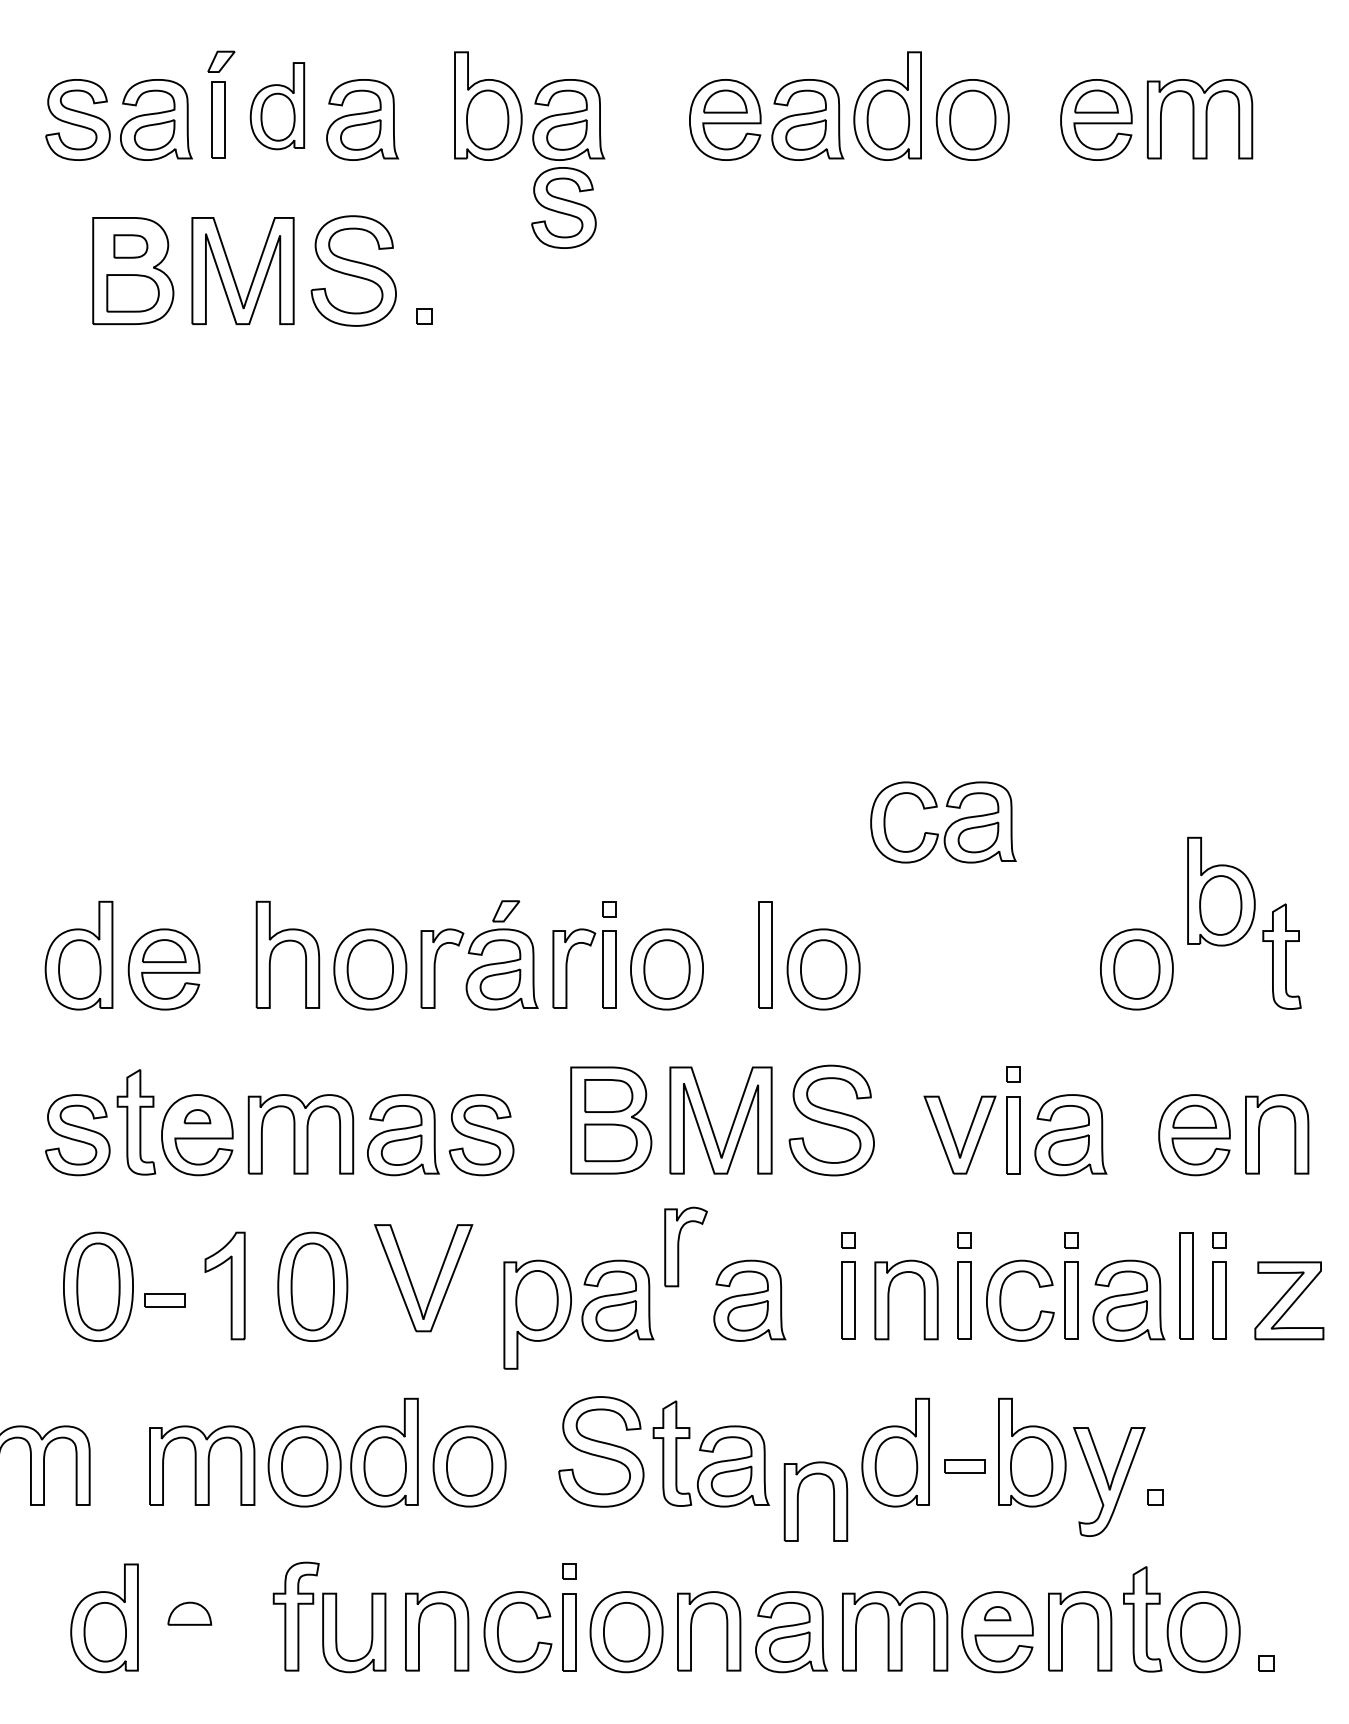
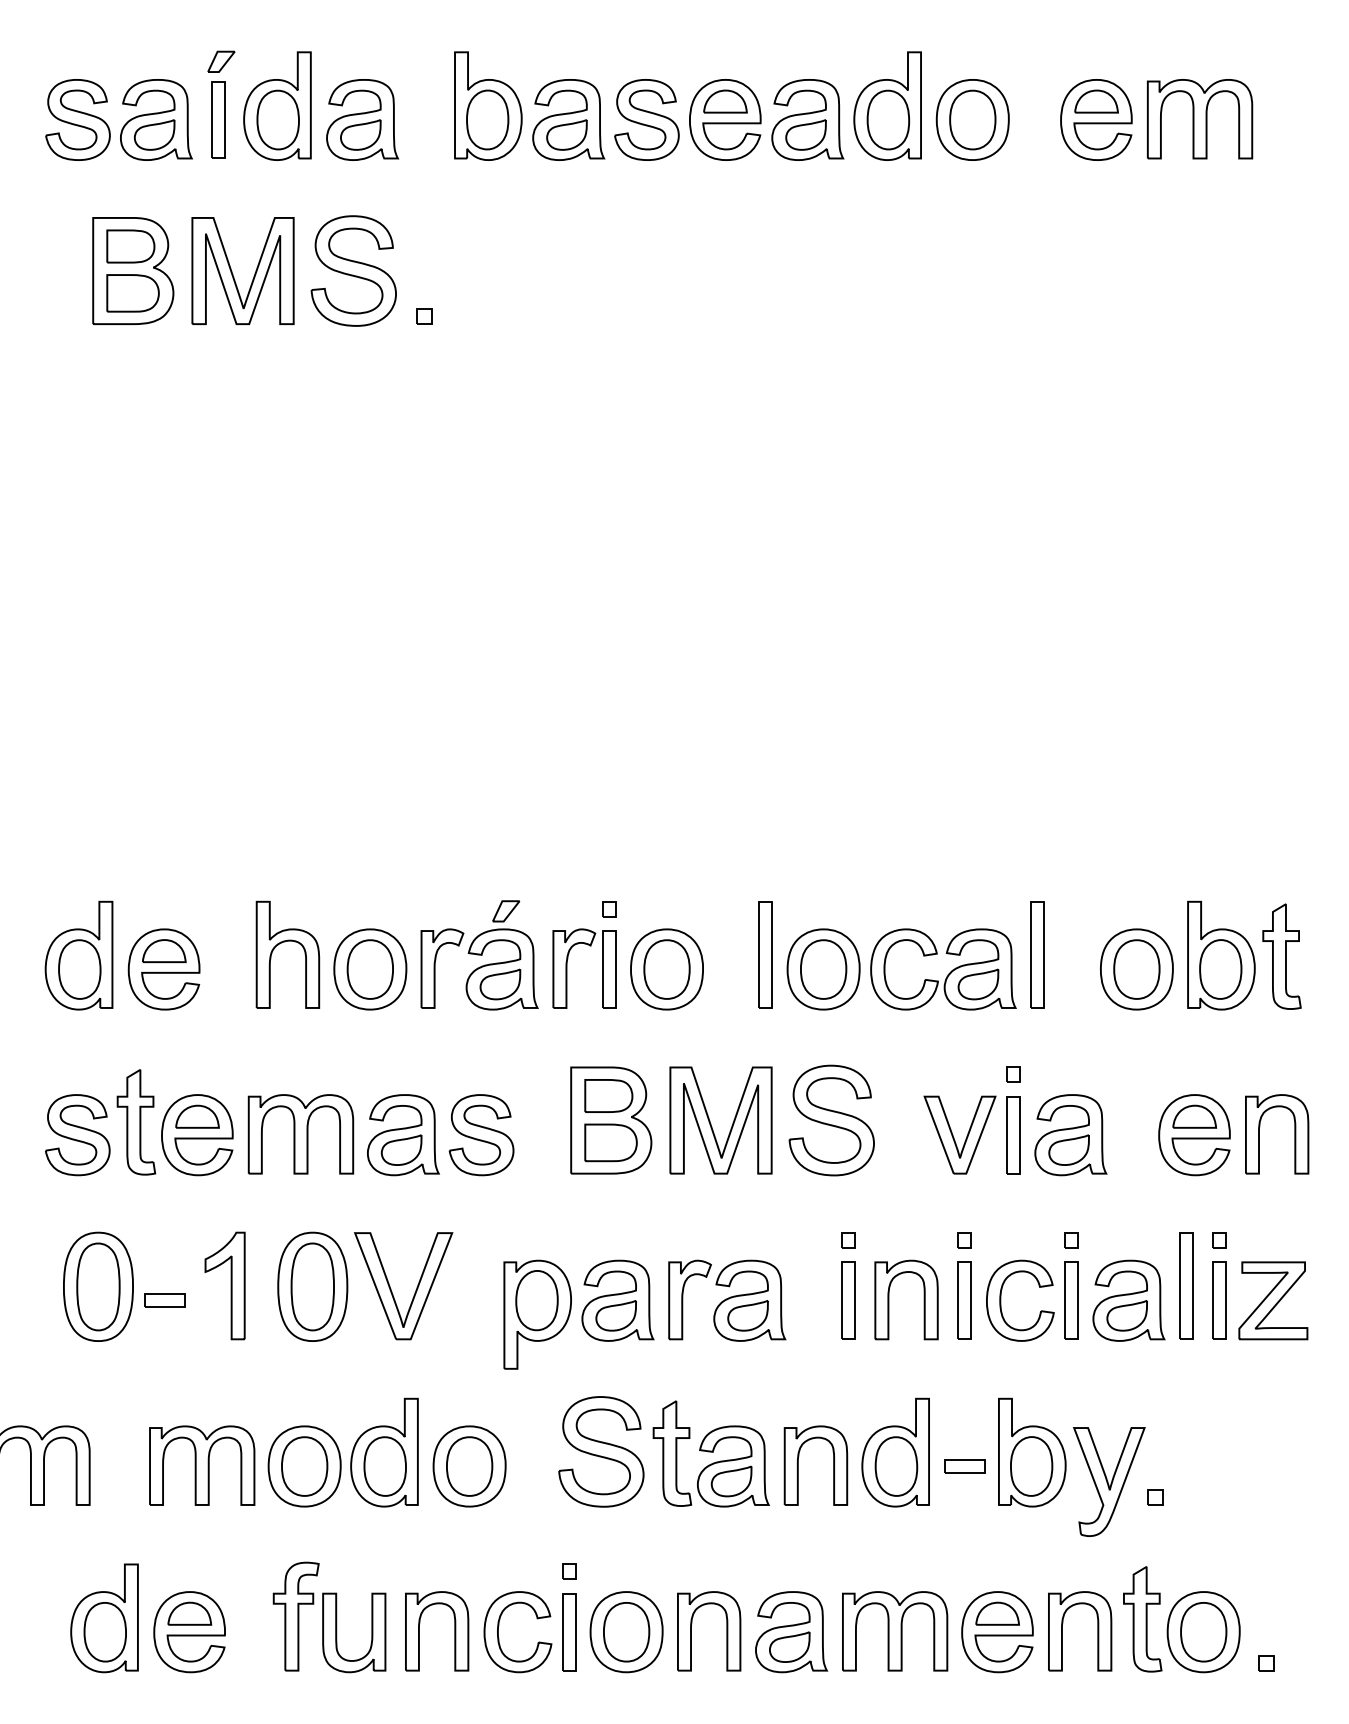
part at (277, 106) size: 57x89 px -> 69x110 px
part at (563, 207) position: (563, 207) -> (646, 119)
part at (130, 246) size: 36x25 px -> 50x35 px
part at (948, 826) position: (948, 826) -> (948, 973)
part at (1221, 891) position: (1221, 891) -> (1221, 955)
part at (1037, 954): none -> present
part at (197, 1116) size: 29x16 px -> 45x25 px
part at (685, 1246) position: (685, 1246) -> (689, 1299)
part at (412, 1283) position: (412, 1283) -> (392, 1291)
part at (1289, 1300) position: (1289, 1300) -> (1273, 1300)
part at (798, 1501) position: (798, 1501) -> (798, 1465)
part at (997, 1613) size: 29x16 px -> 45x25 px
part at (189, 1632): none -> present
